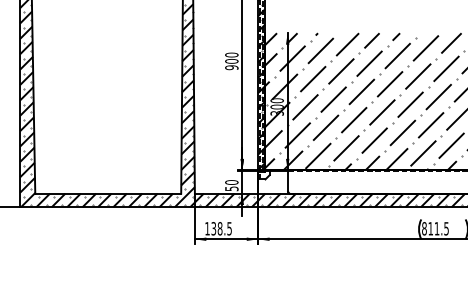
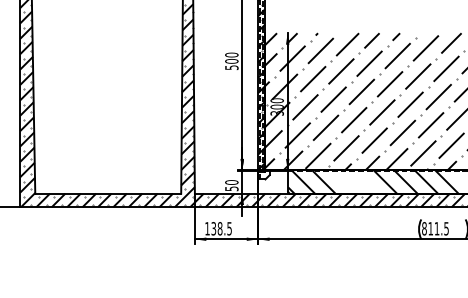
text at (231, 67): 900 -> 500
hatch at (364, 181): none -> present
